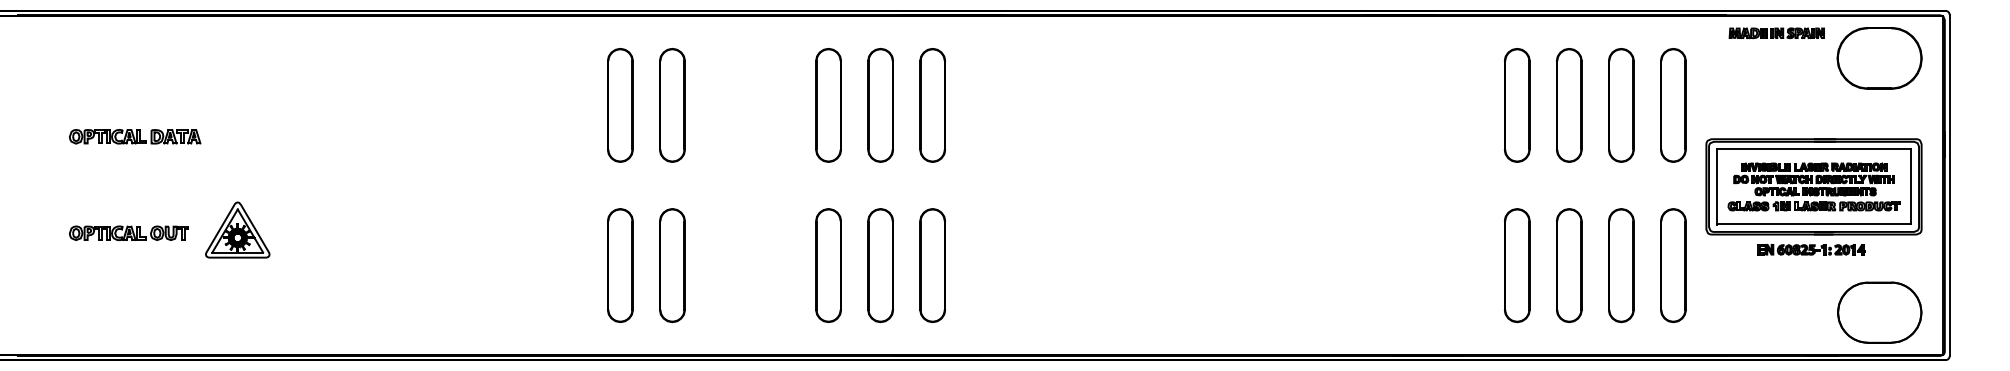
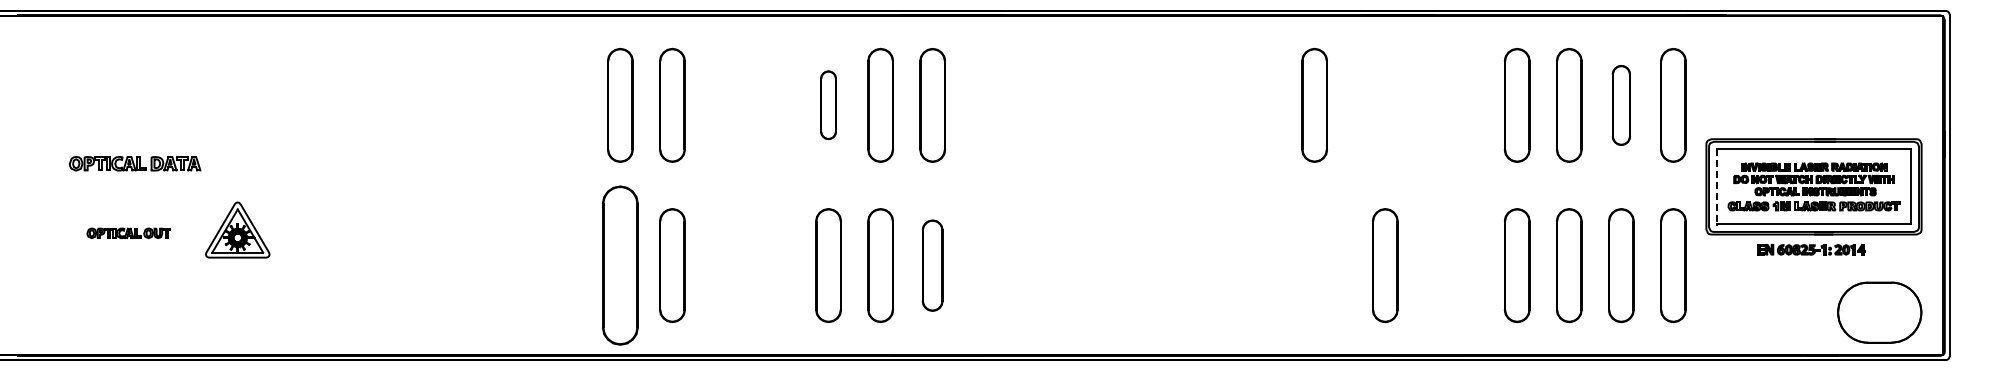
part at (1776, 33): present -> none
part at (1879, 58): present -> none
part at (828, 104) size: 27x116 px -> 17x71 px
part at (1314, 104): none -> present
part at (1621, 105) size: 27x115 px -> 20x81 px
part at (135, 136) position: (135, 136) -> (135, 163)
line at (1716, 187): solid -> dashed
part at (128, 233) size: 121x17 px -> 85x13 px
part at (620, 265) size: 27x115 px -> 37x161 px
part at (932, 265) size: 27x116 px -> 23x93 px
part at (1385, 265): none -> present
